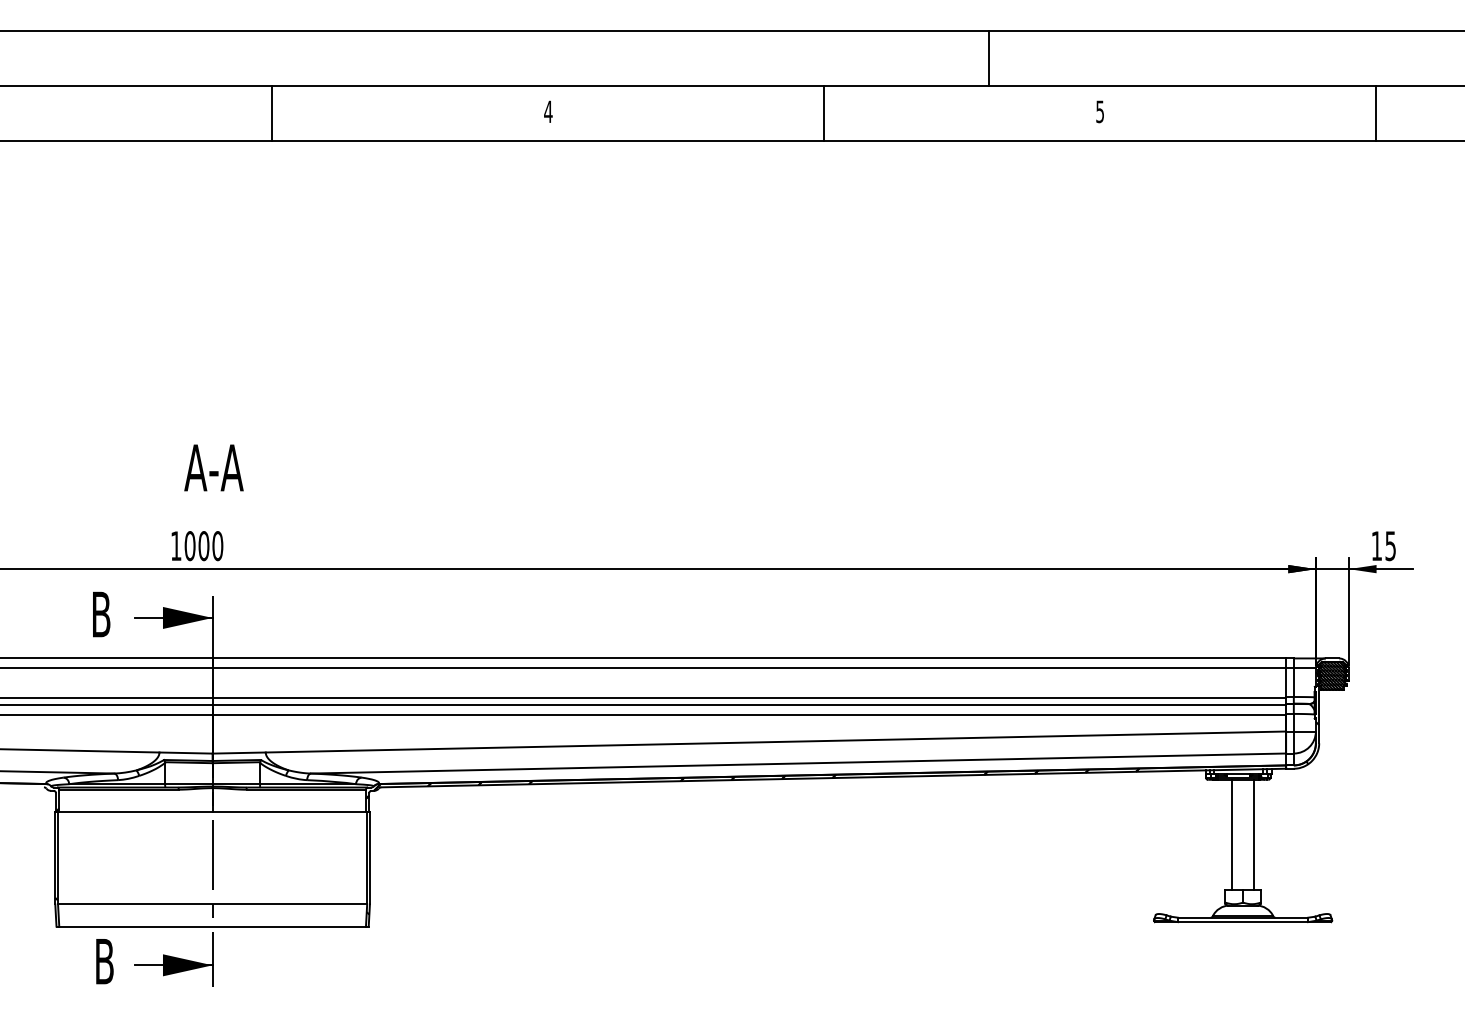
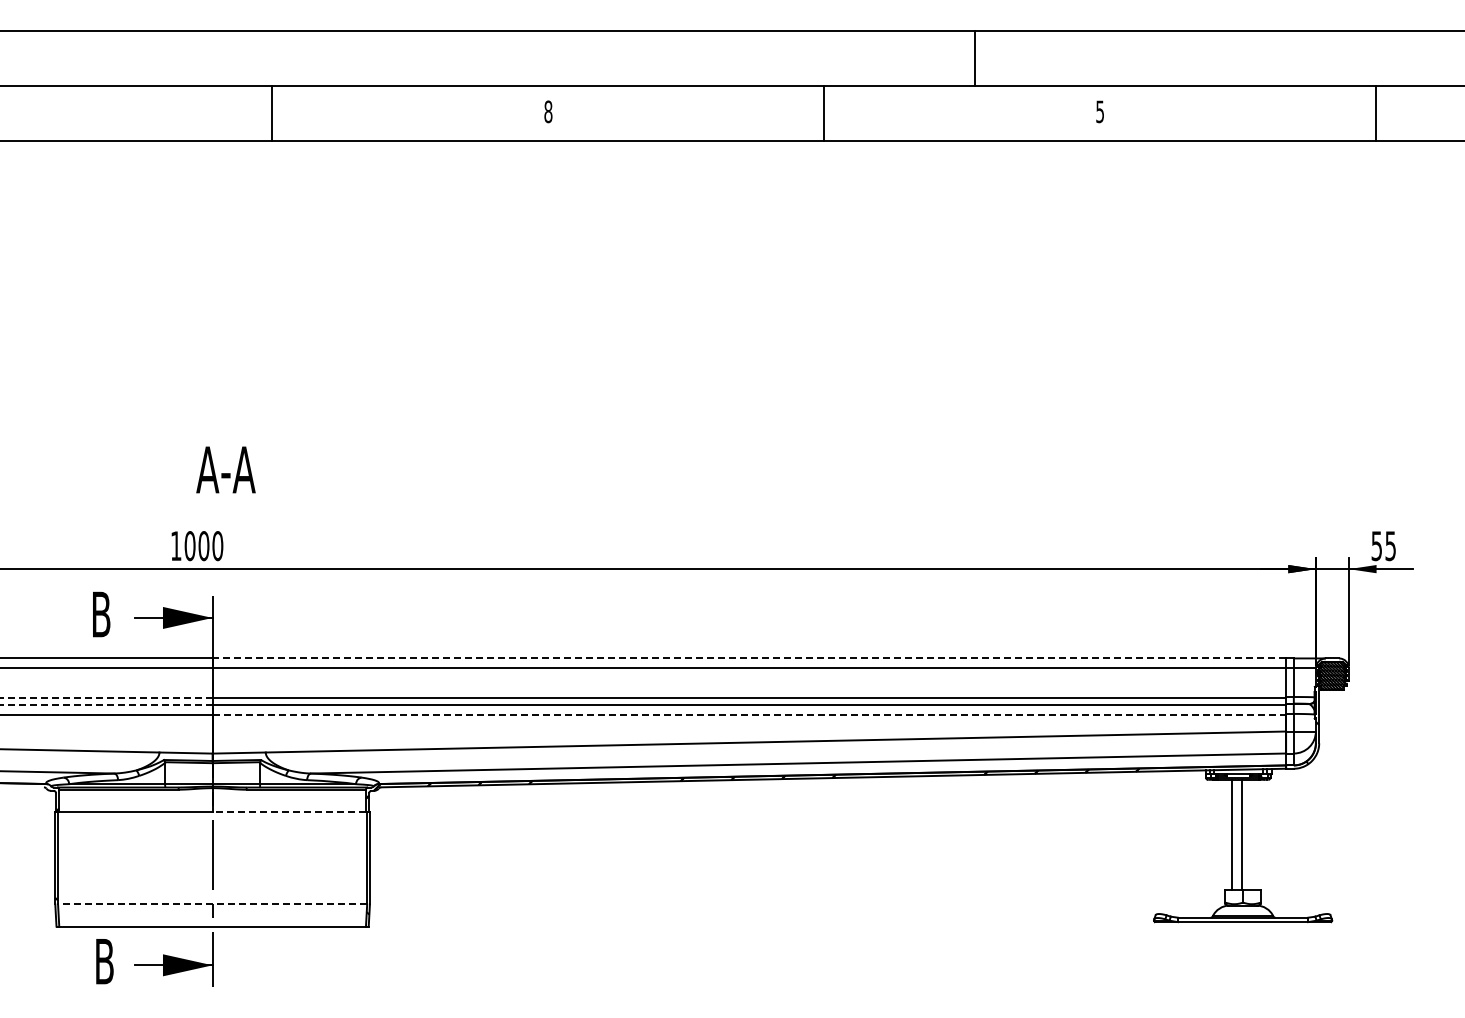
line at (989, 57) position: (989, 57) -> (975, 57)
text at (548, 111): 4 -> 8
text at (213, 467) position: (213, 467) -> (225, 469)
text at (1376, 546): 15 -> 55
line at (749, 658): solid -> dashed
line at (106, 698): solid -> dashed
line at (106, 704): solid -> dashed
line at (749, 714): solid -> dashed
line at (289, 811): solid -> dashed
line at (1254, 834) position: (1254, 834) -> (1242, 834)
line at (212, 904): solid -> dashed
